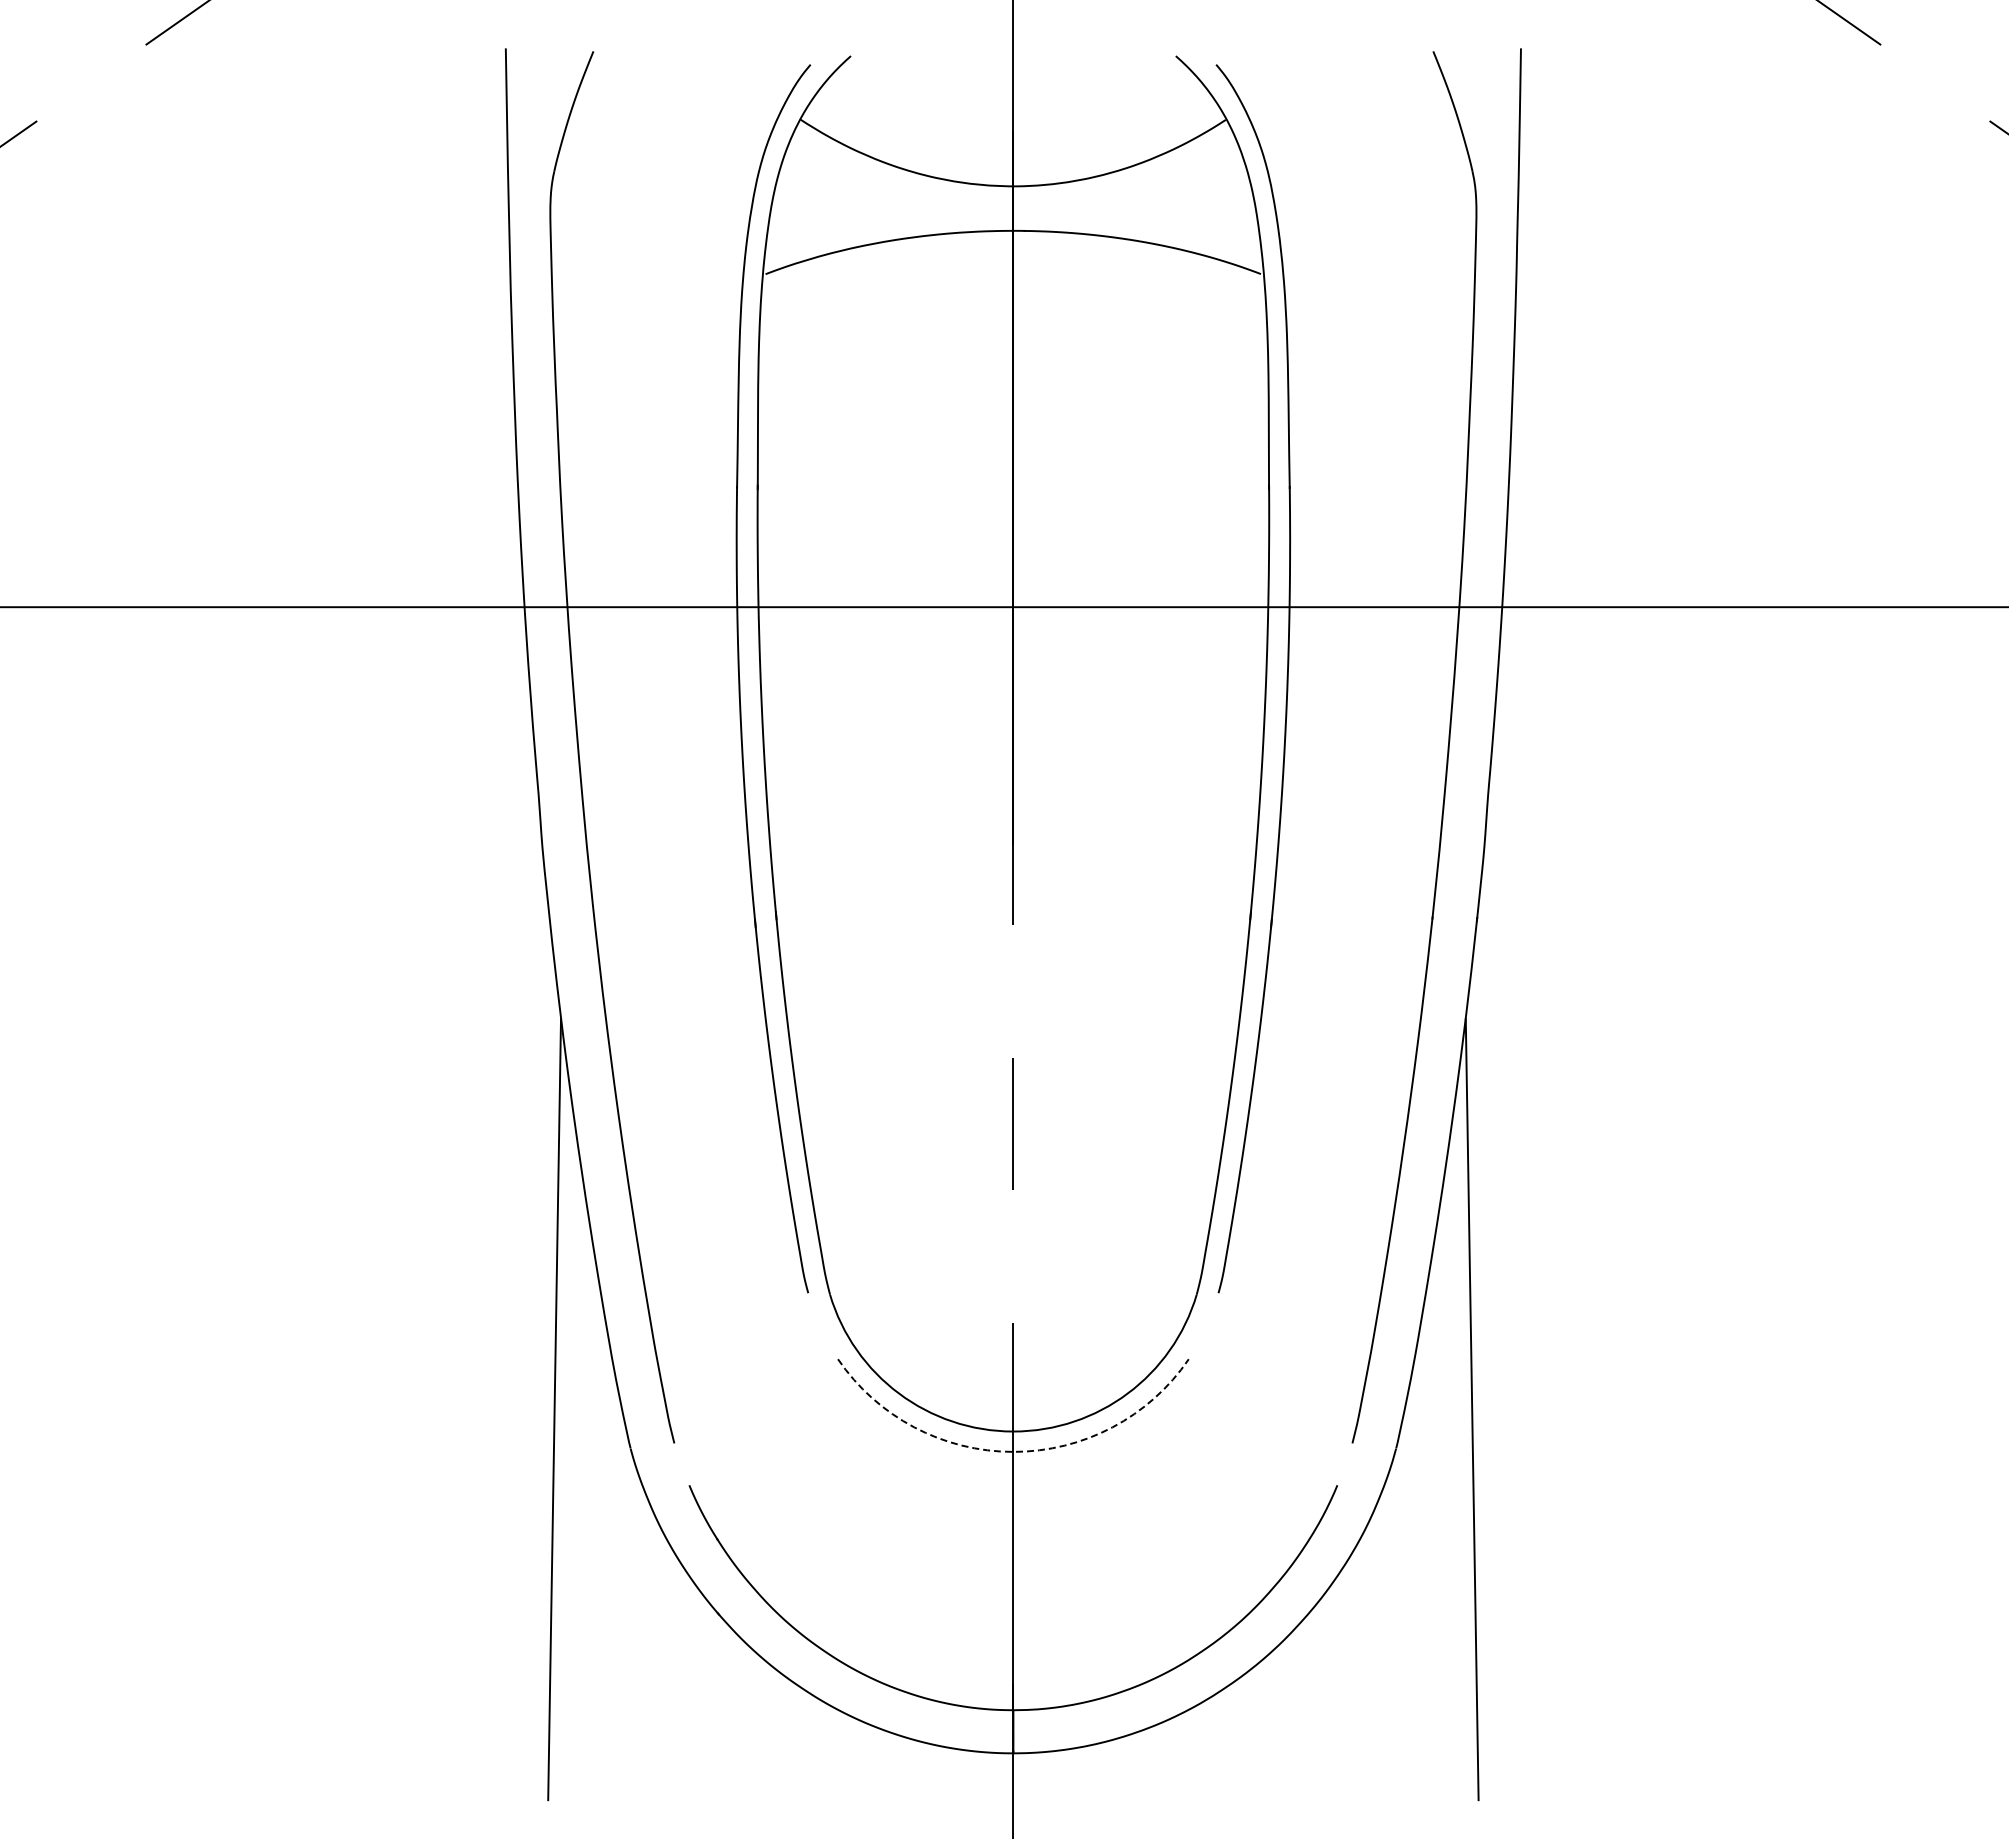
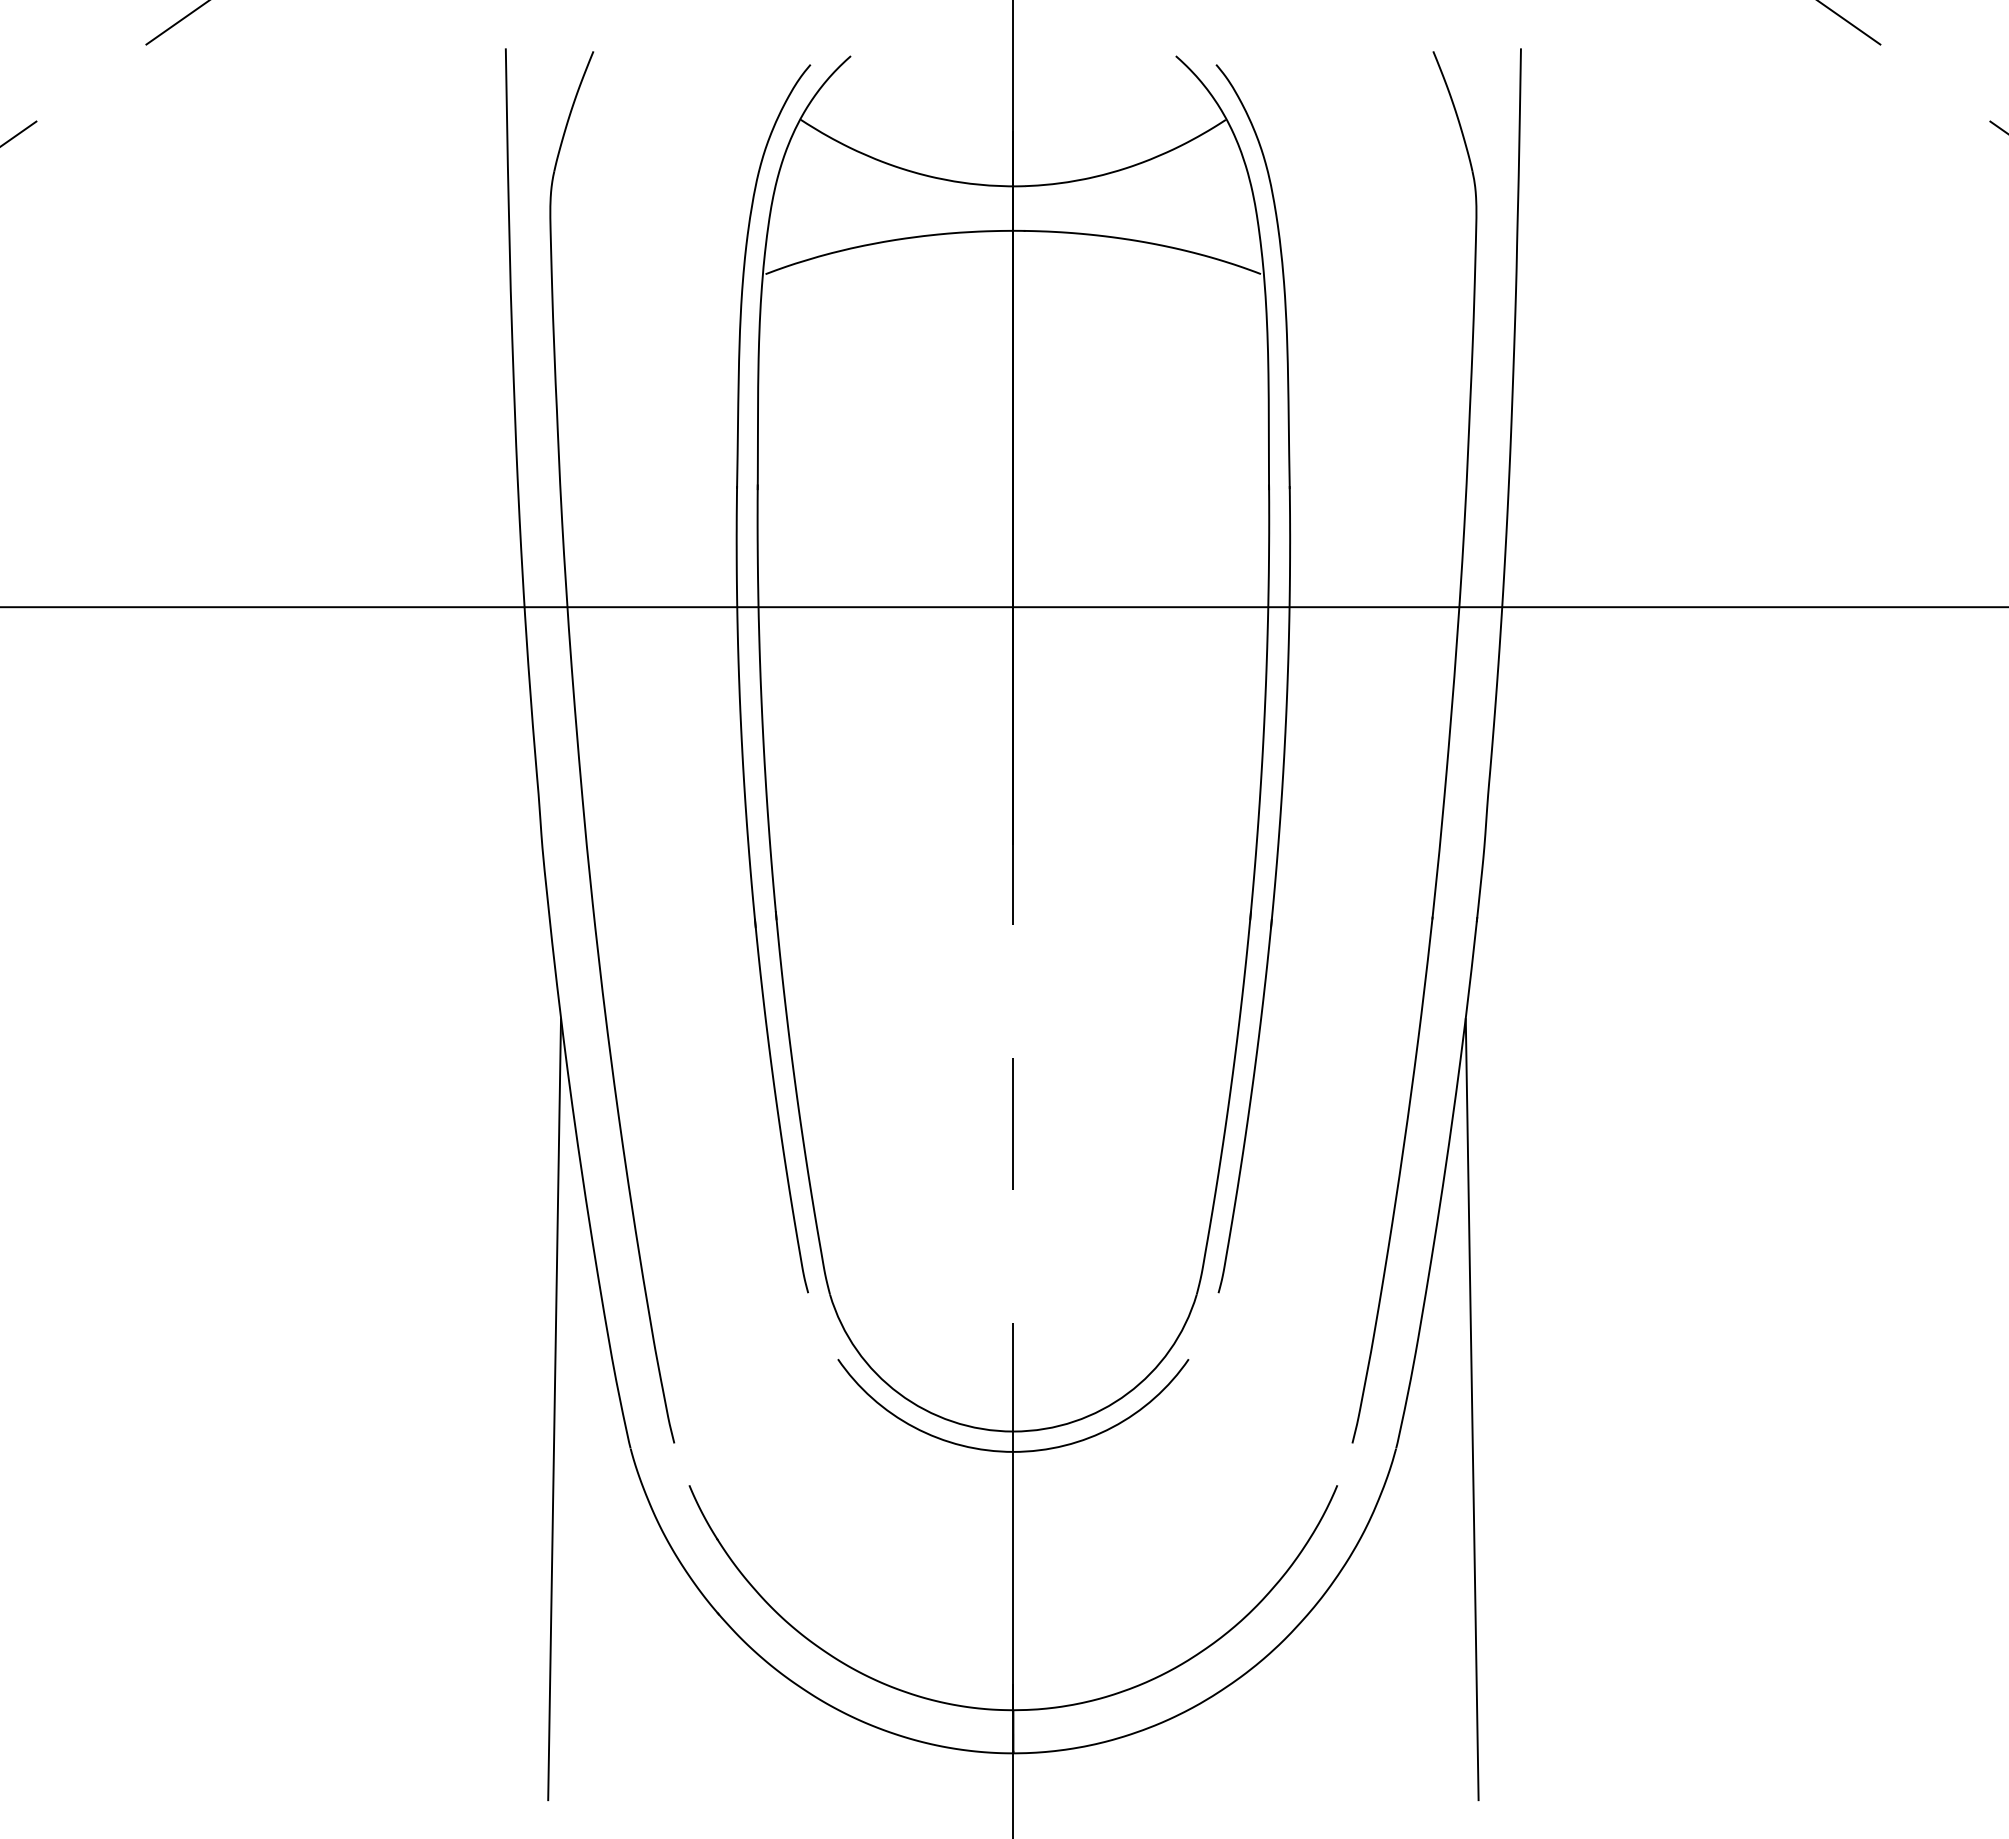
arc at (1013, 1451): dashed -> solid
